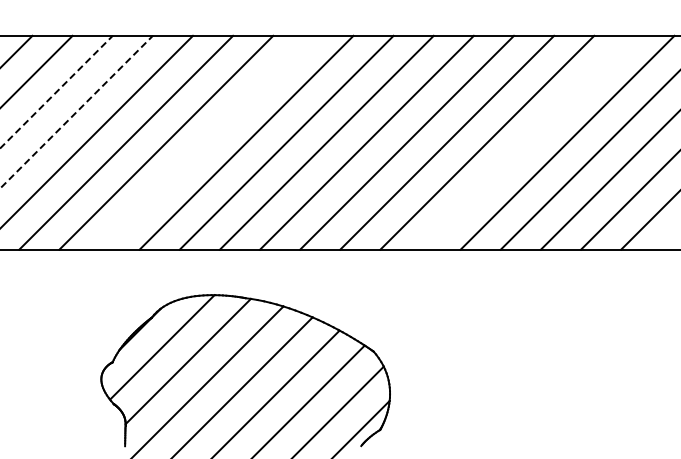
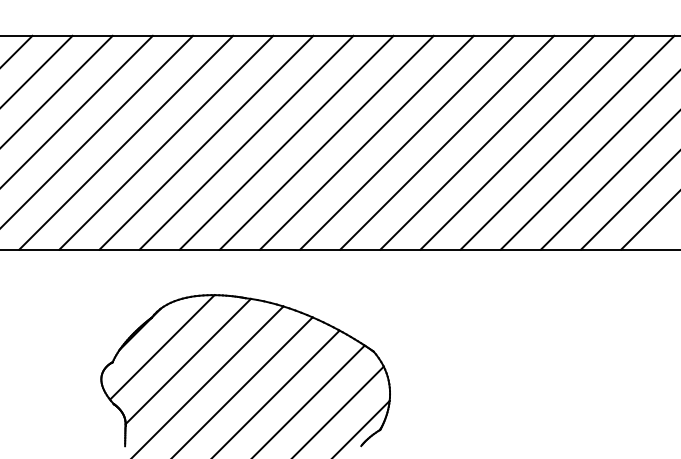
line at (57, 91): dashed -> solid
line at (76, 112): dashed -> solid
line at (206, 142): none -> present
line at (527, 142): none -> present
